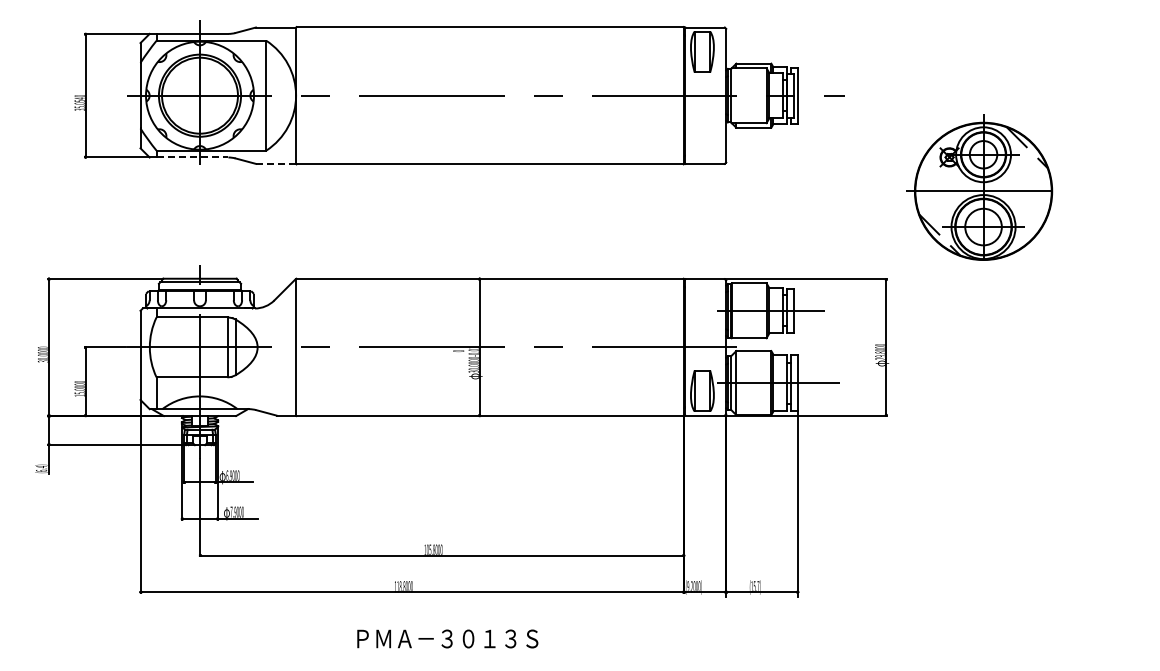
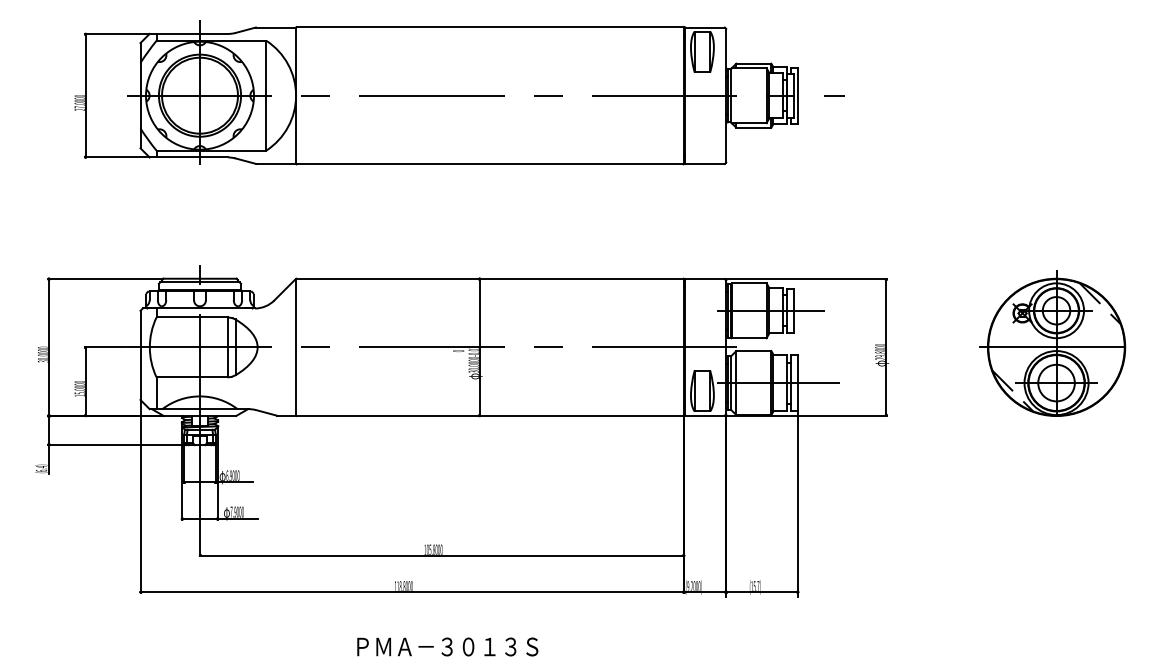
text at (79, 103): 35.0540 -> 27.0000
line at (192, 157): dashed -> solid
line at (275, 163): dashed -> solid
part at (979, 187) position: (979, 187) -> (1052, 343)
text at (447, 638) position: (447, 638) -> (447, 646)
